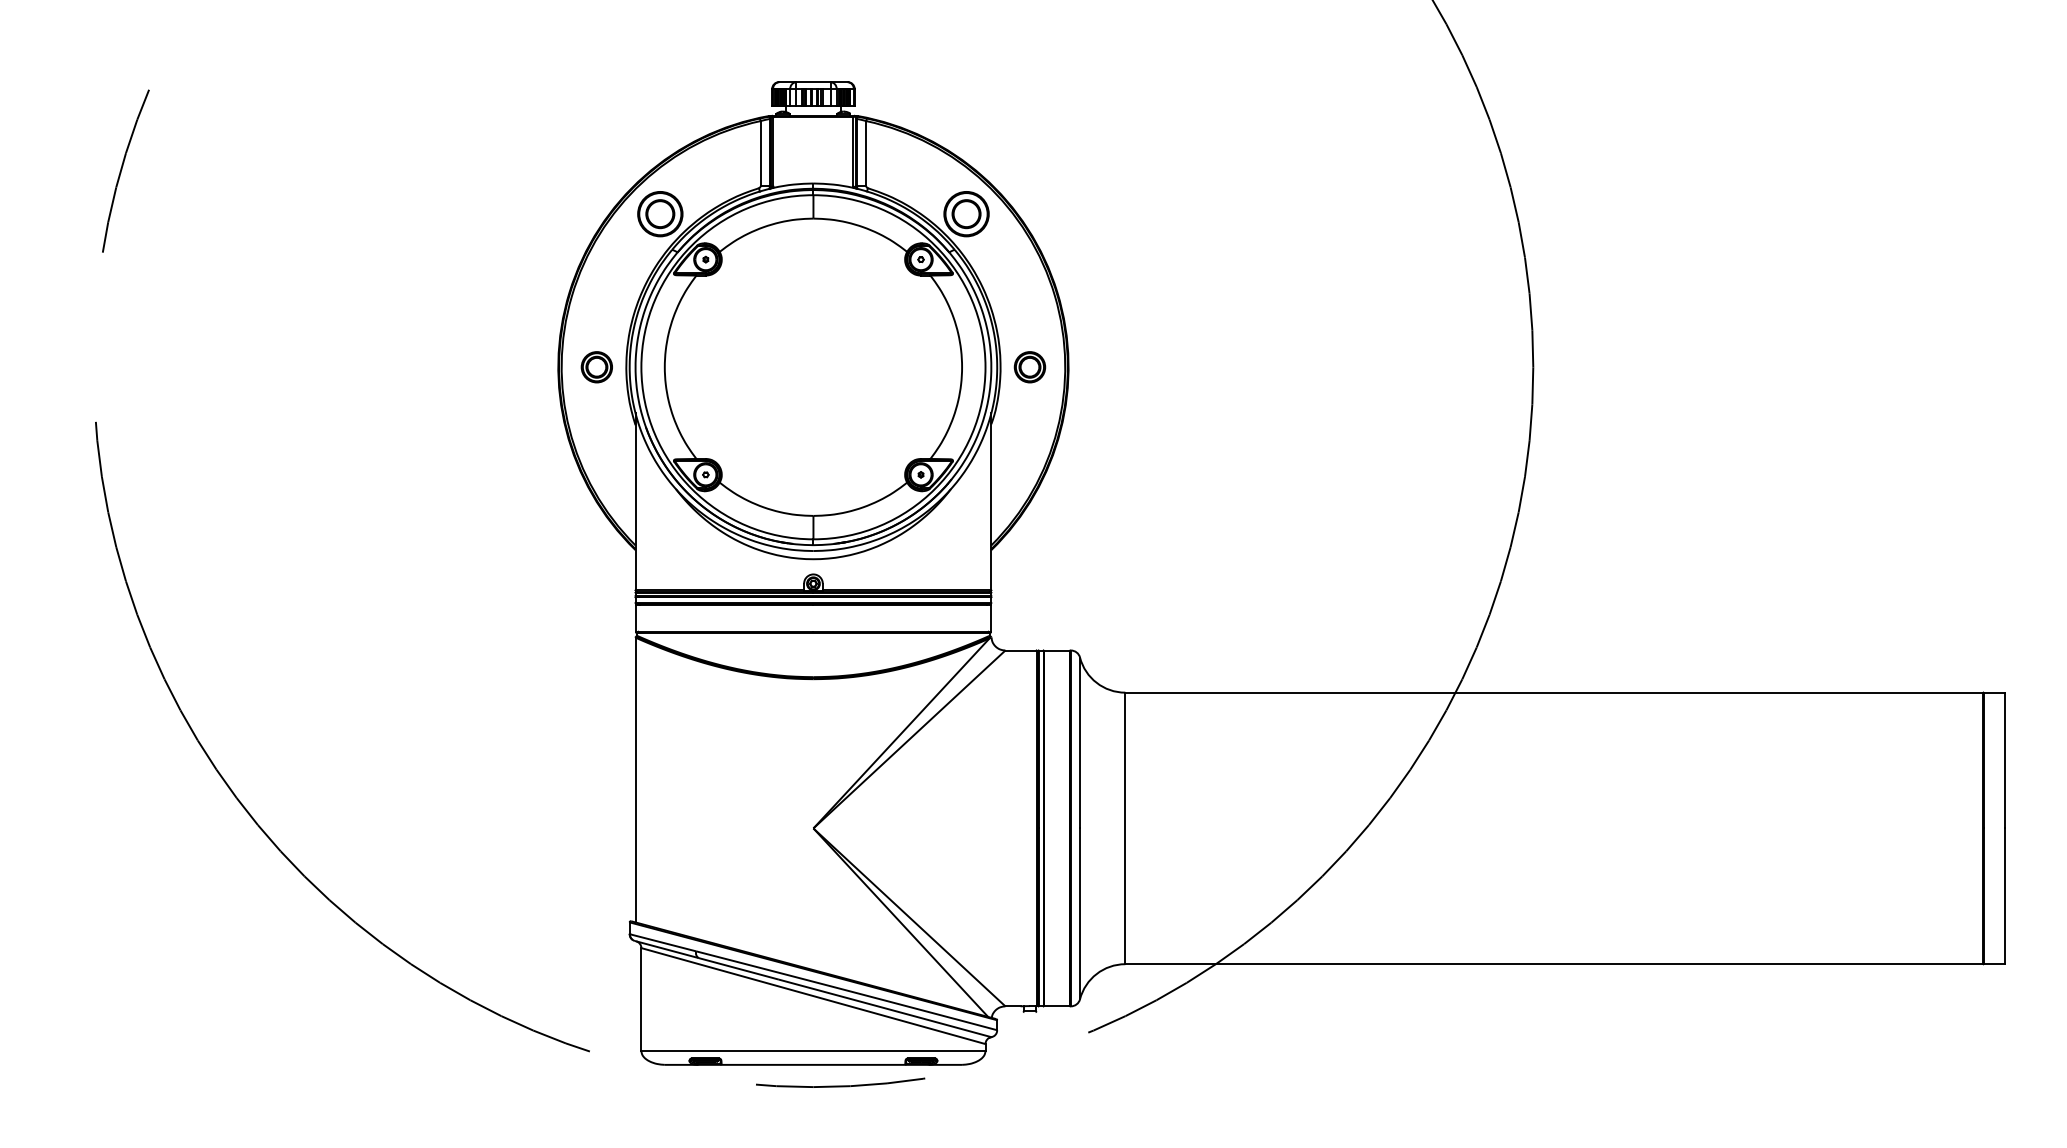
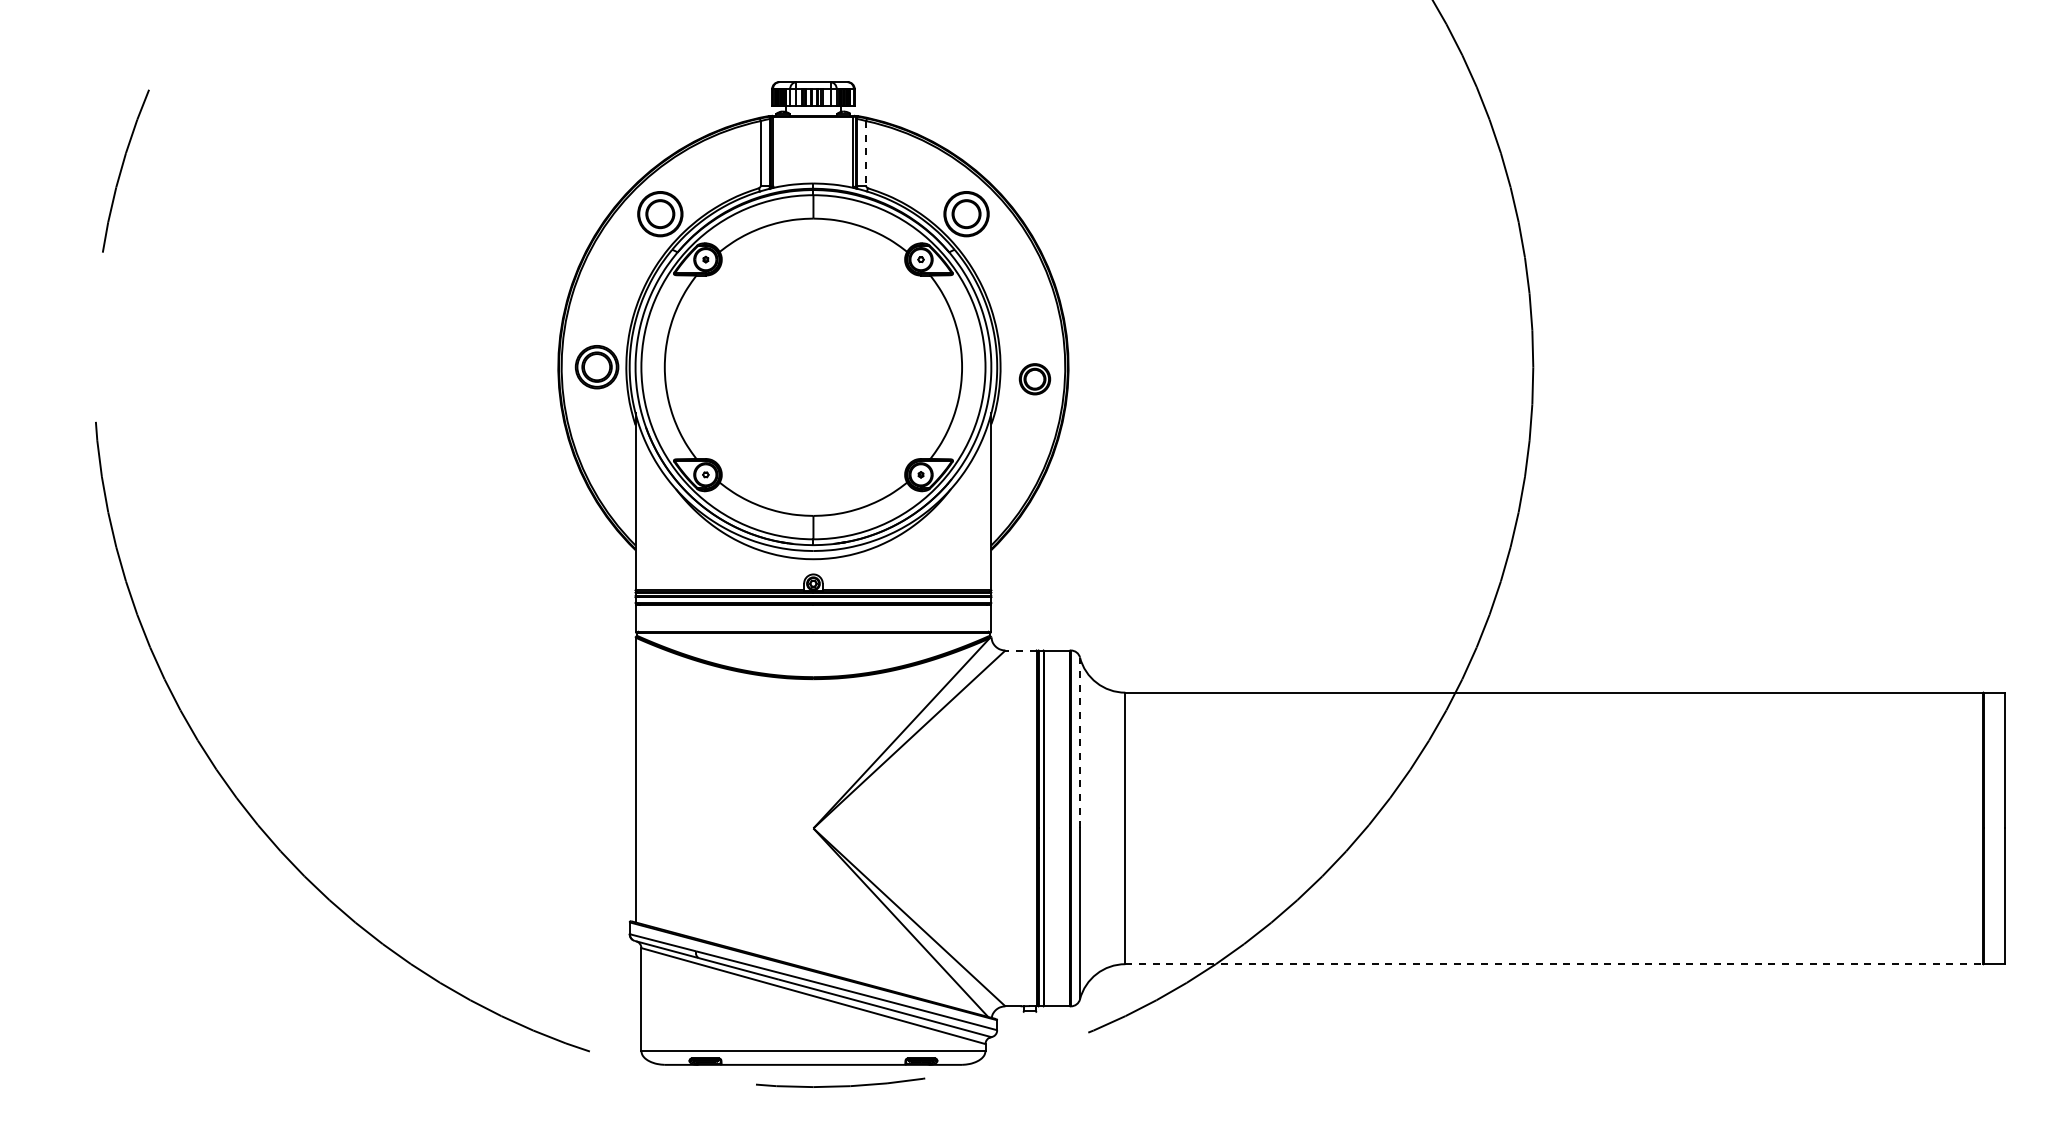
line at (866, 154): solid -> dashed
part at (596, 367) size: 33x33 px -> 46x45 px
part at (1029, 367) position: (1029, 367) -> (1034, 379)
line at (1020, 650): solid -> dashed
line at (1080, 742): solid -> dashed
line at (1554, 964): solid -> dashed
